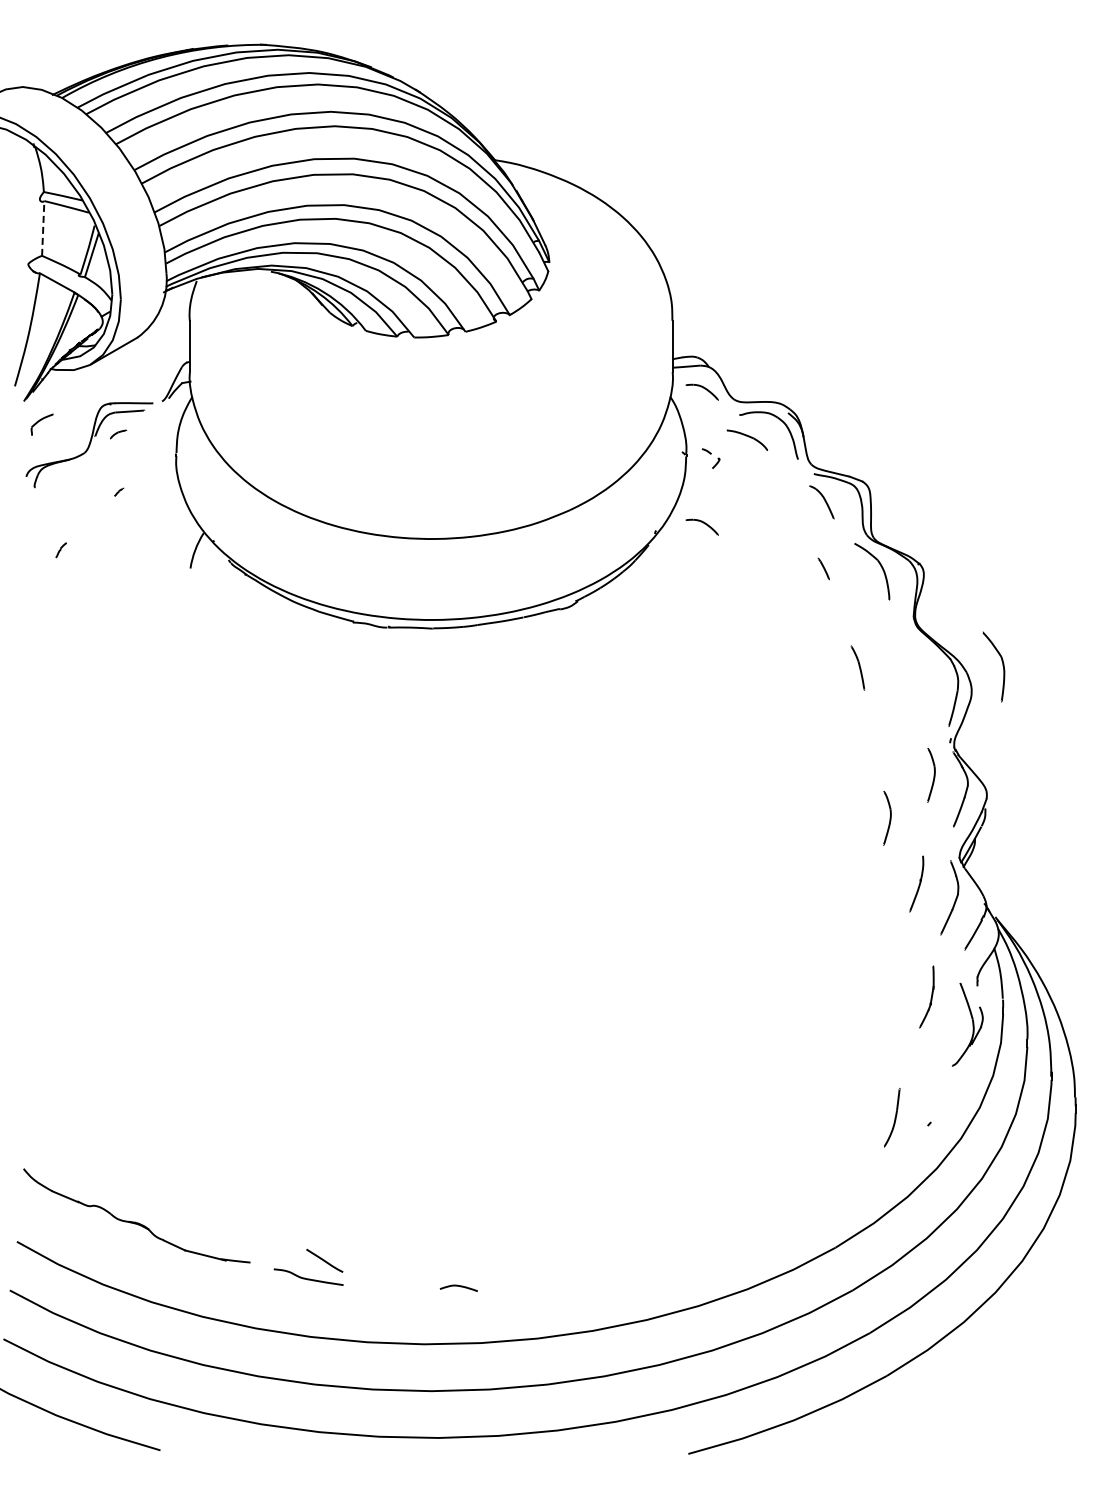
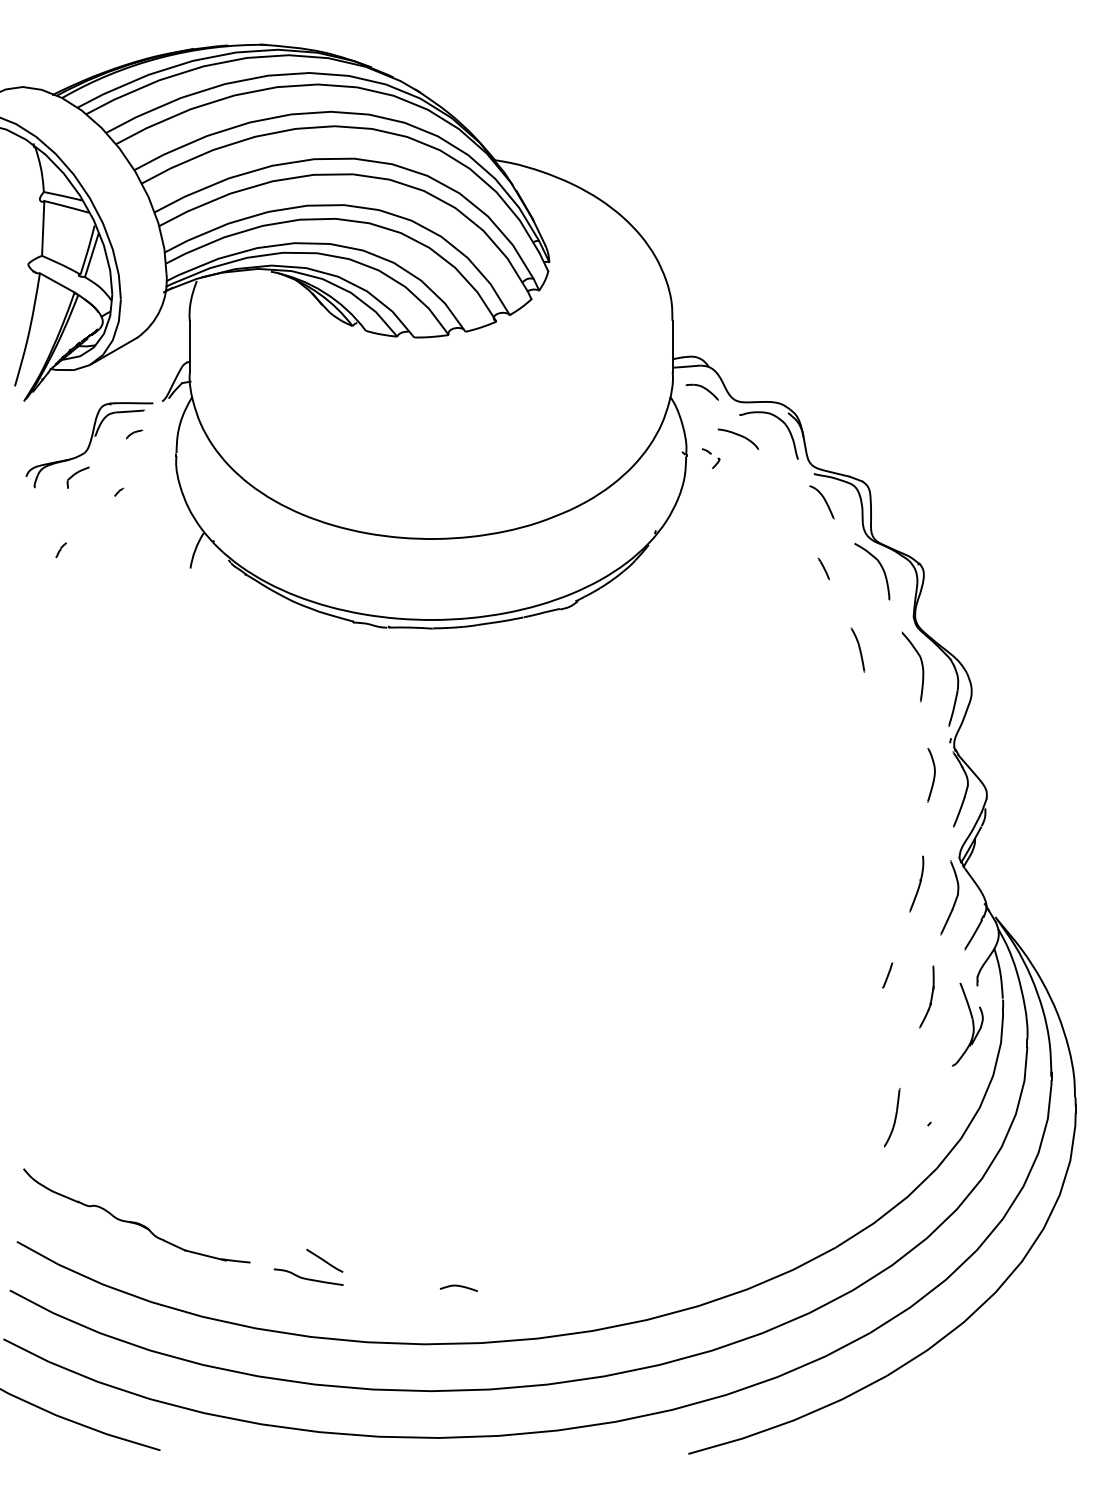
line at (43, 227): dashed -> solid
part at (41, 424) position: (41, 424) -> (77, 477)
part at (118, 434) position: (118, 434) -> (134, 434)
part at (746, 439) position: (746, 439) -> (737, 438)
part at (701, 526): present -> none
part at (1002, 666) position: (1002, 666) -> (921, 666)
part at (857, 667) position: (857, 667) -> (857, 649)
part at (887, 818): present -> none
line at (887, 975): none -> present
